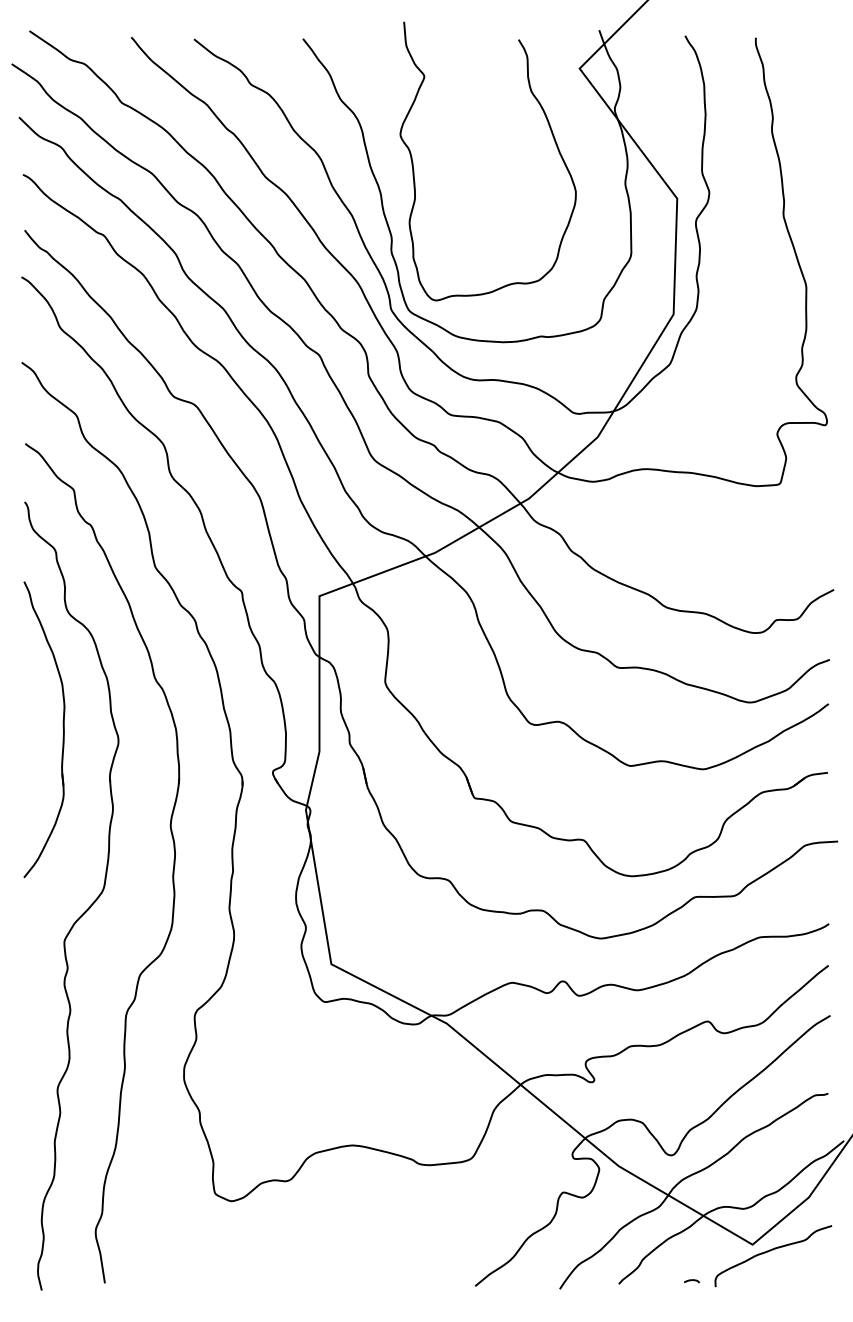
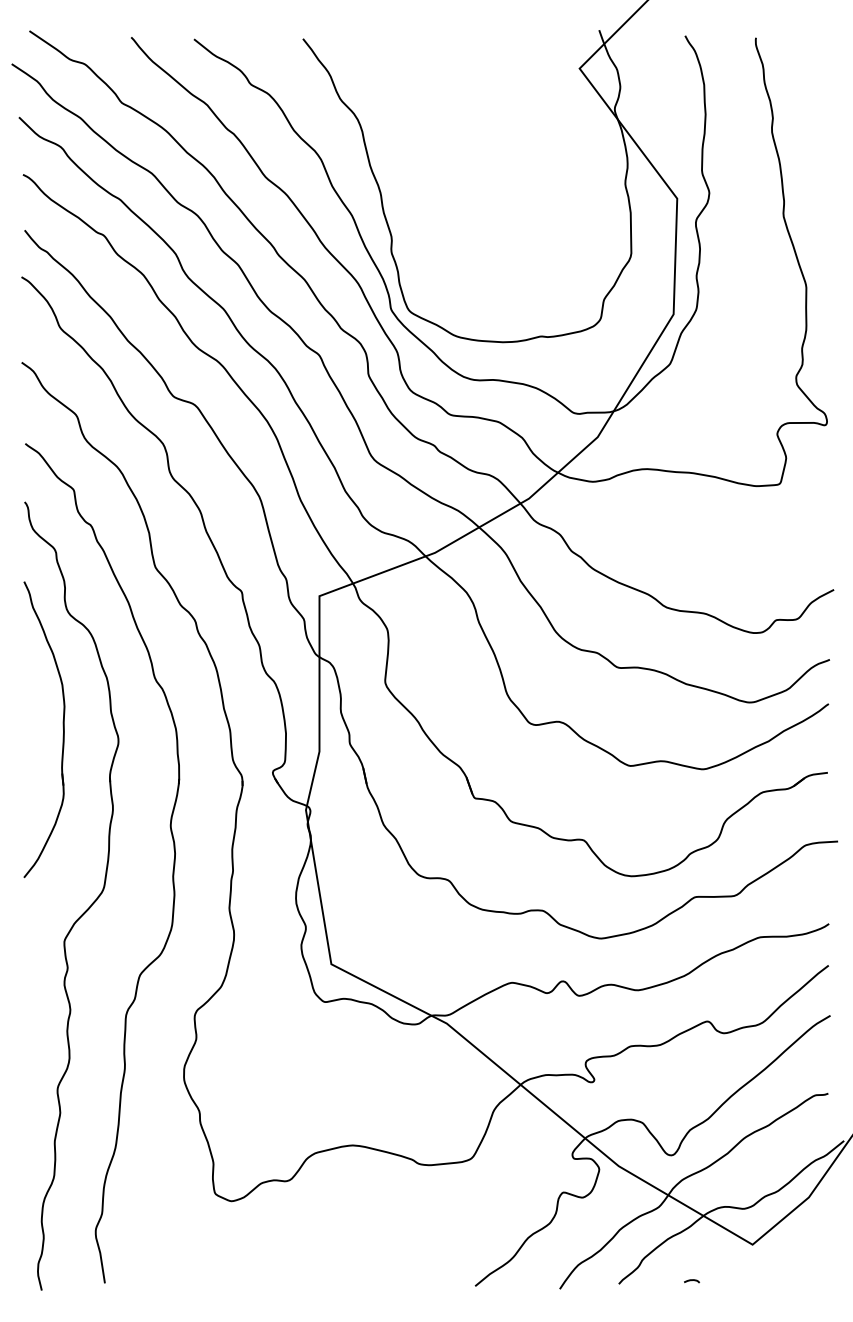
curve at (553, 139): present -> none
curve at (770, 1251): present -> none
